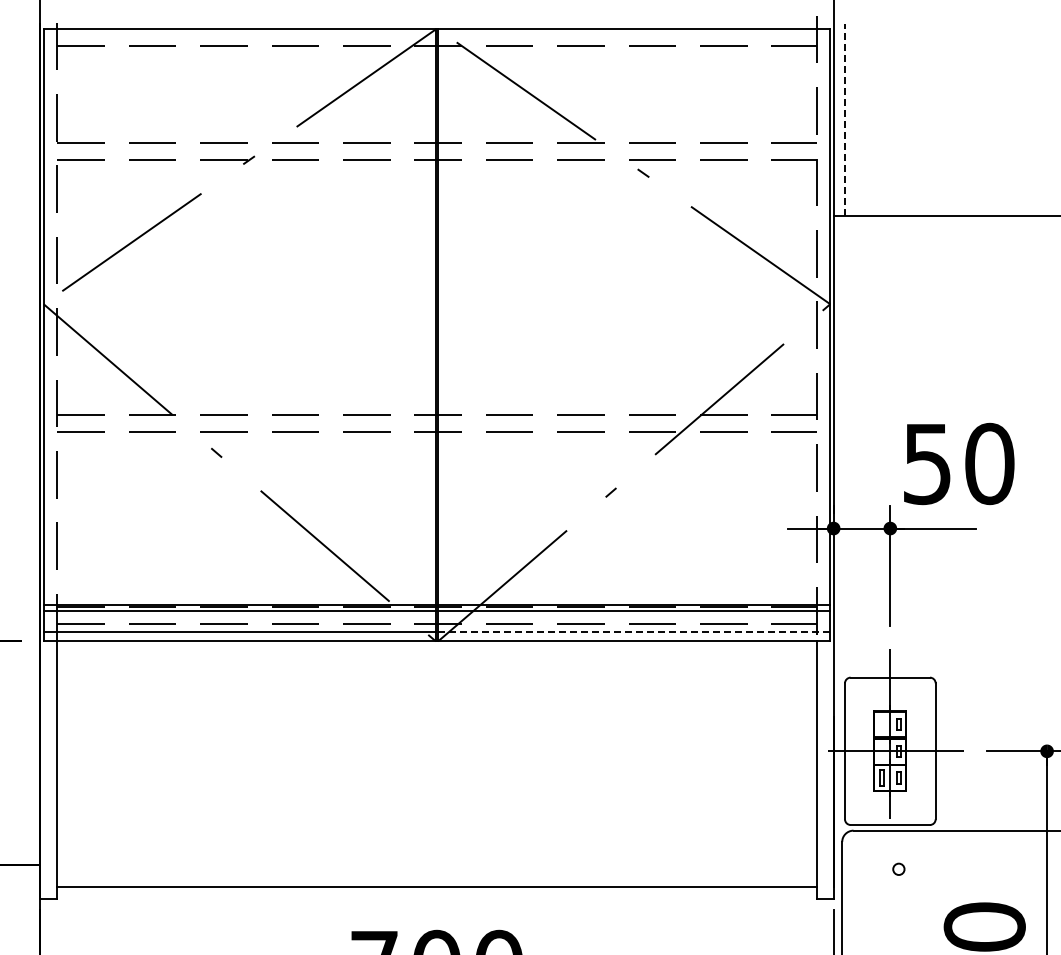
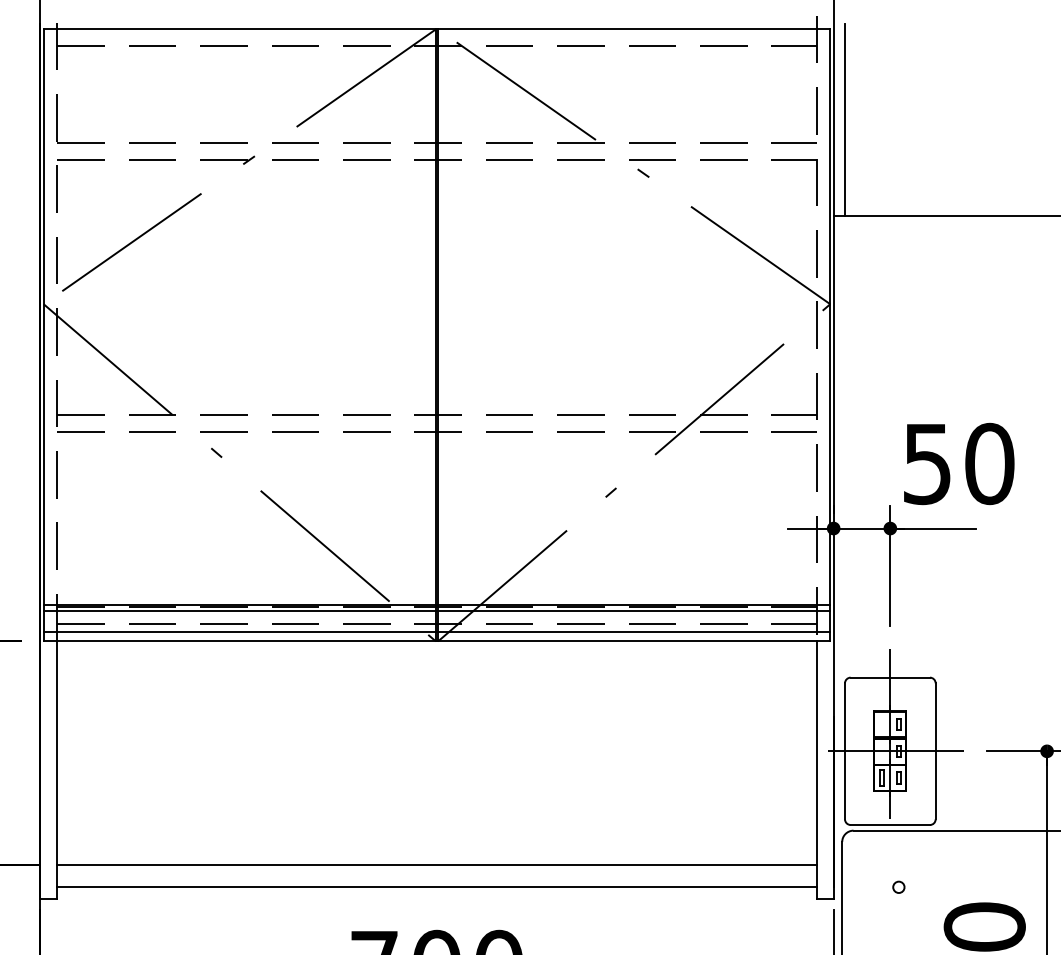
line at (845, 119): dashed -> solid
line at (633, 632): dashed -> solid
line at (436, 864): none -> present
circle at (898, 868) position: (898, 868) -> (898, 886)
